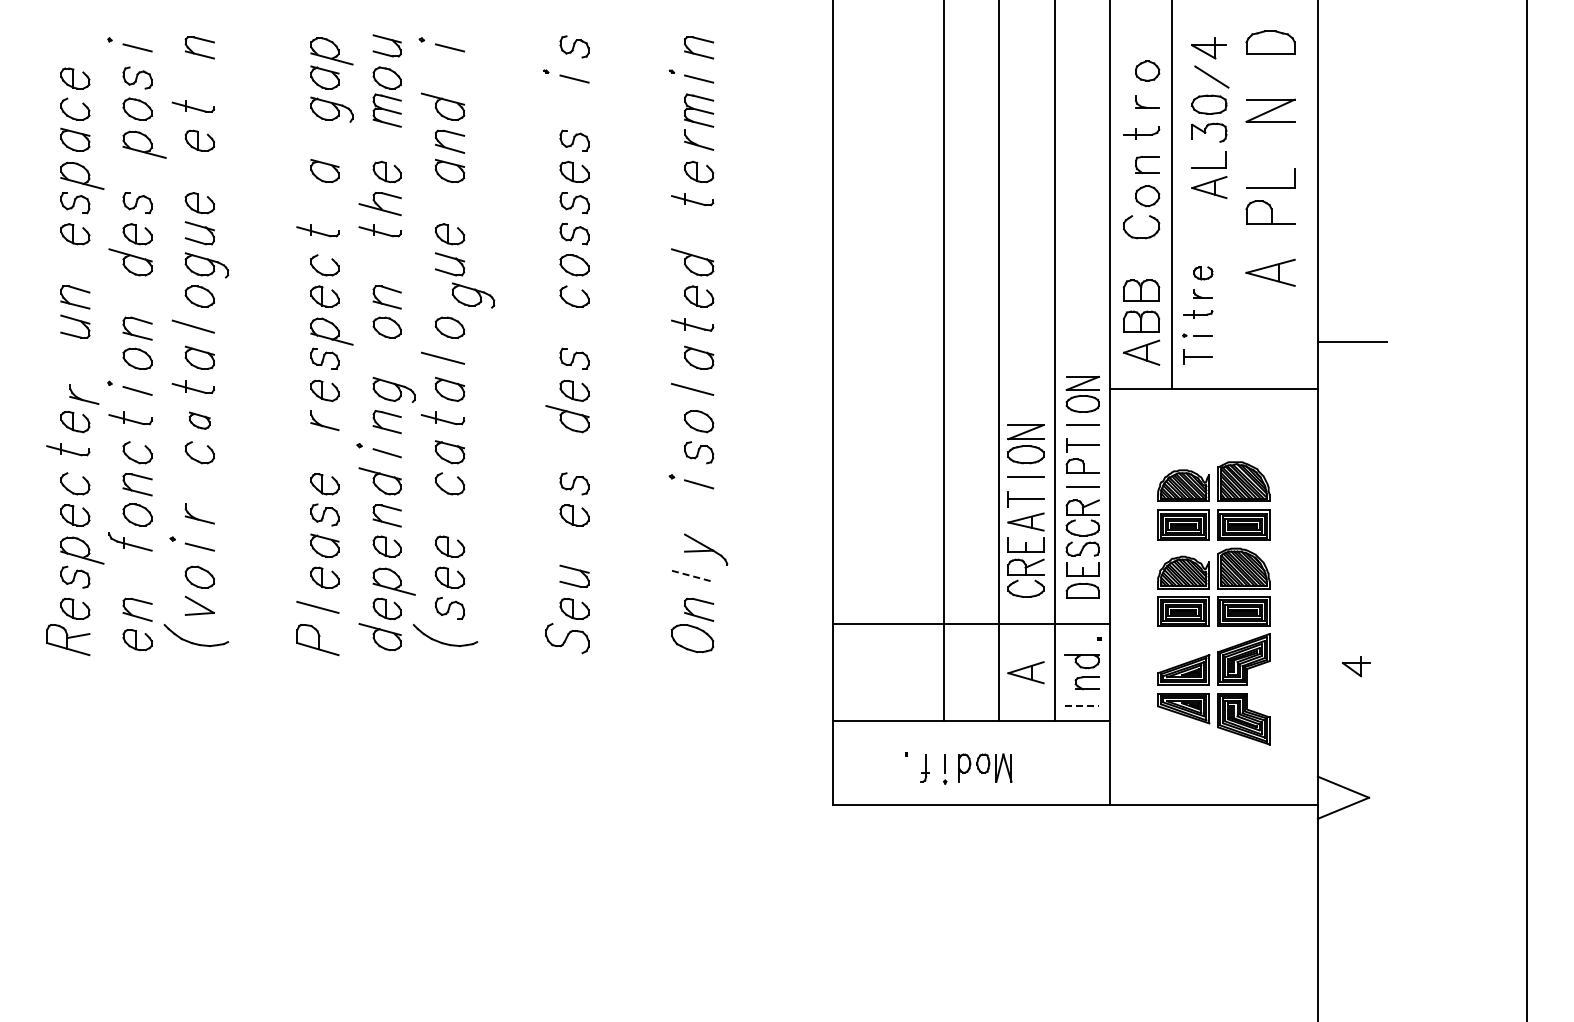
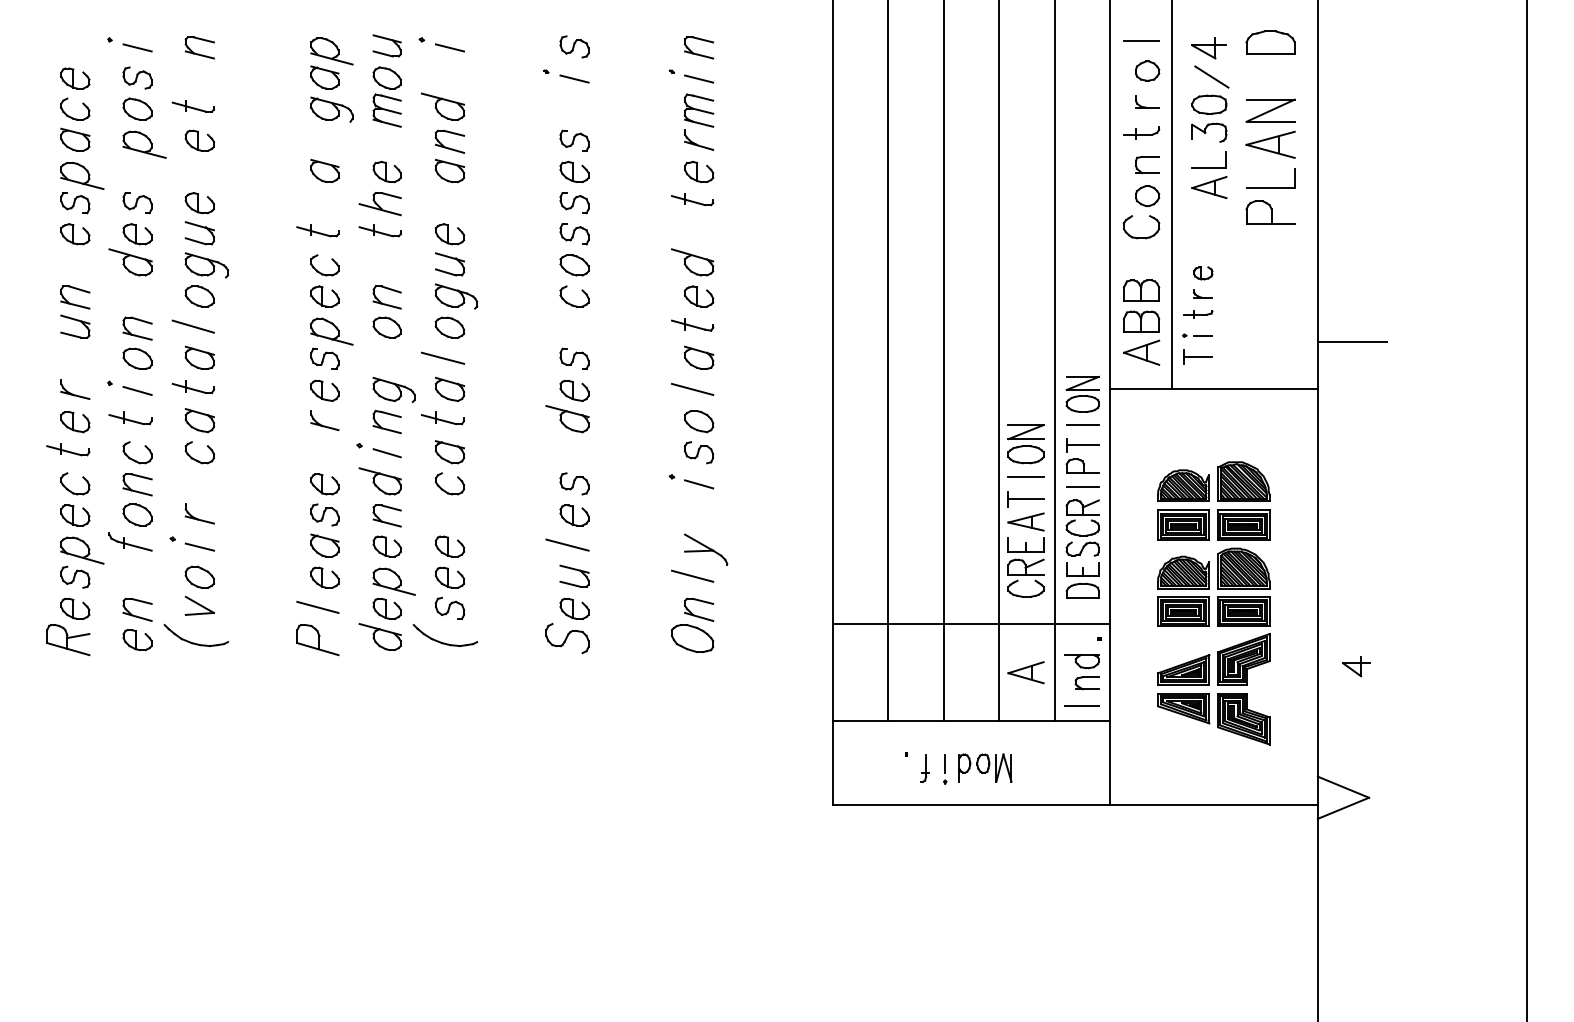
line at (1141, 41): none -> present
part at (1270, 272) position: (1270, 272) -> (1270, 144)
part at (473, 295) position: (473, 295) -> (456, 296)
line at (887, 361): none -> present
part at (84, 394) position: (84, 394) -> (75, 389)
part at (199, 420) size: 23x19 px -> 31x26 px
line at (567, 544): none -> present
line at (693, 576): dashed -> solid
line at (1082, 706): dashed -> solid
